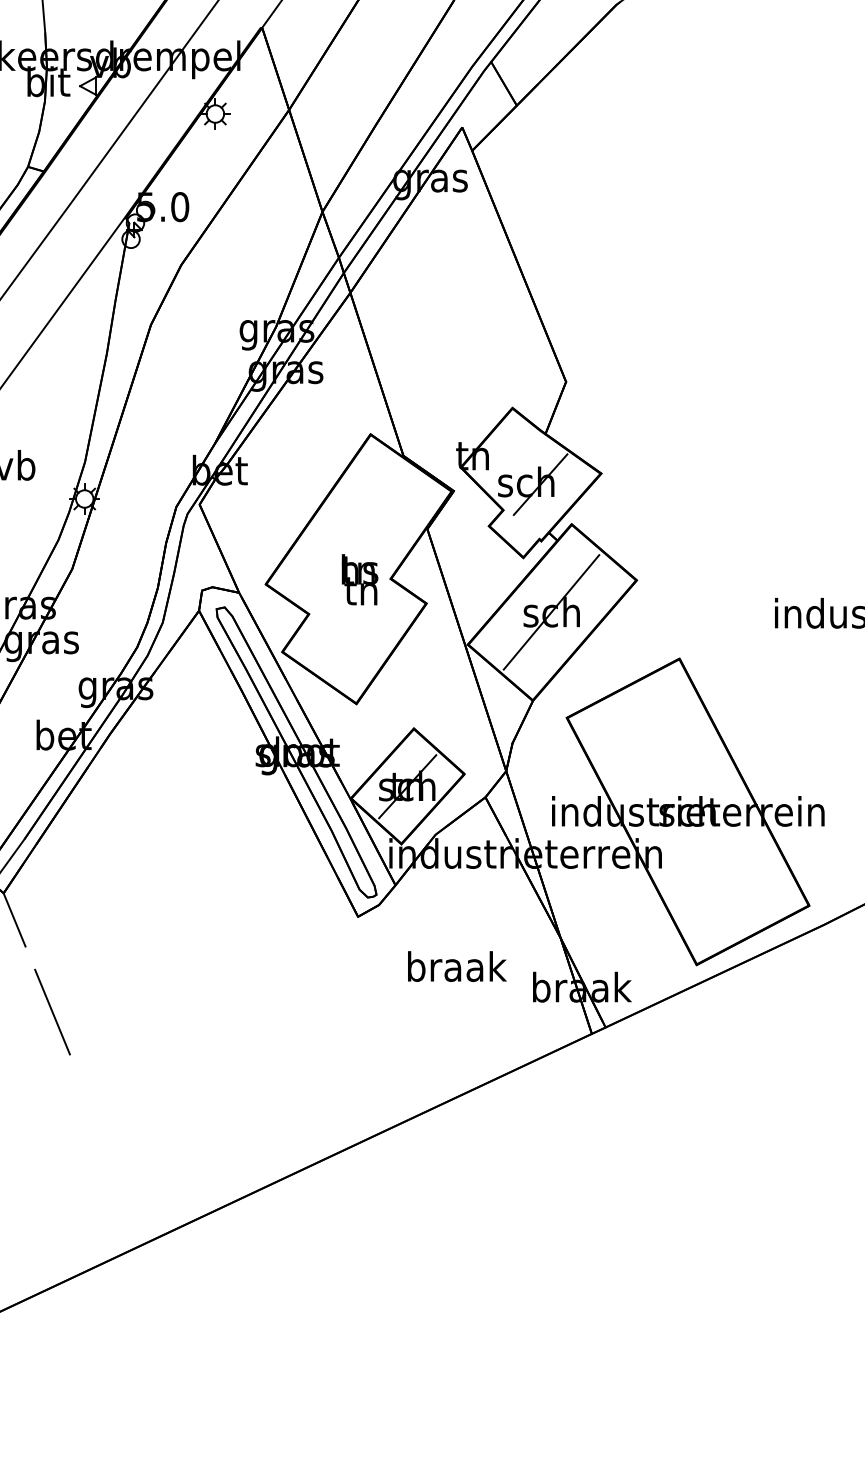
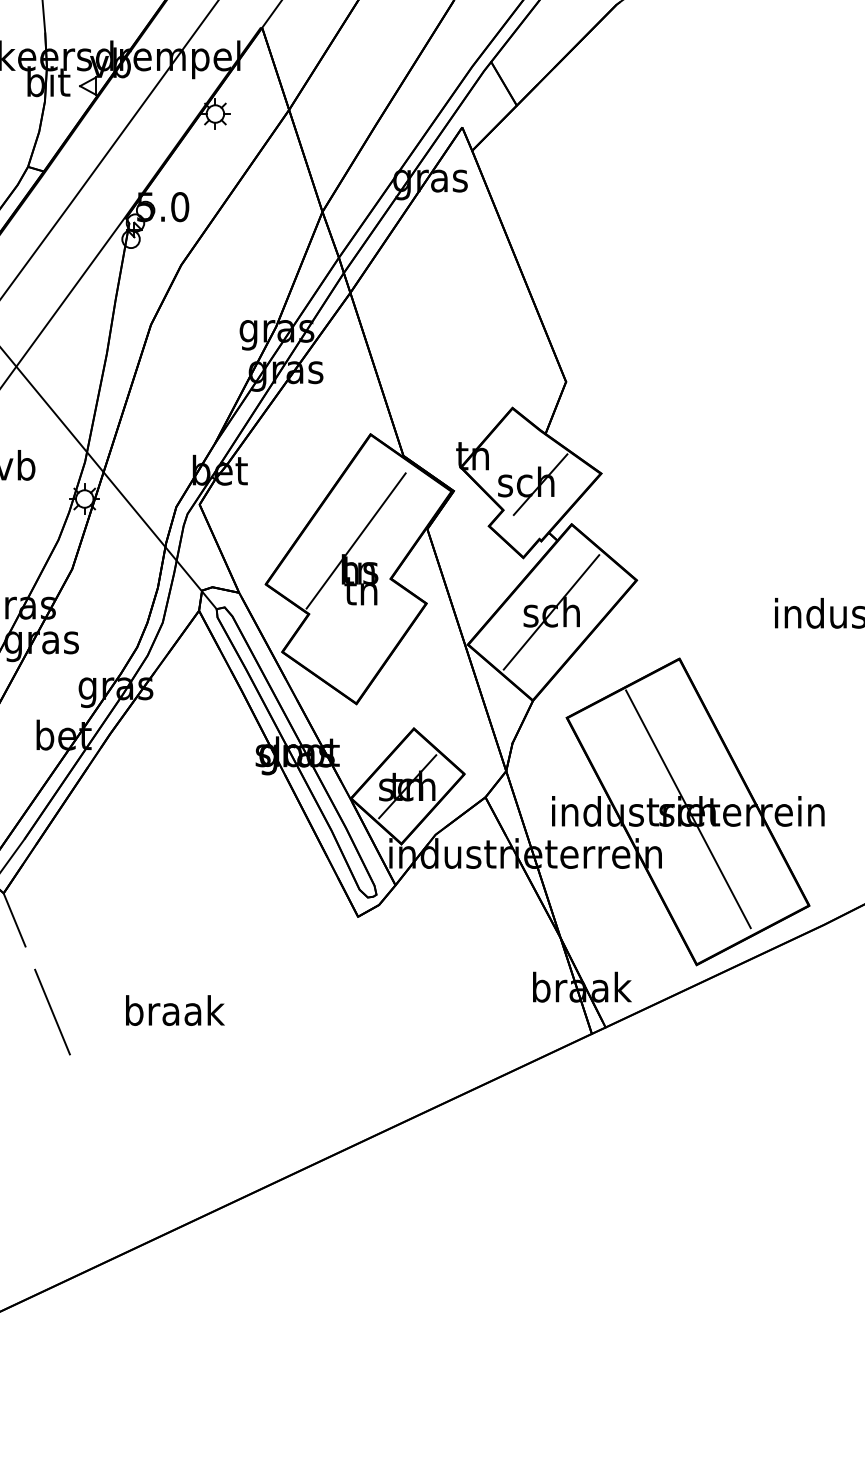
line at (109, 479): none -> present
line at (355, 540): none -> present
line at (688, 809): none -> present
text at (457, 966) position: (457, 966) -> (175, 1010)
